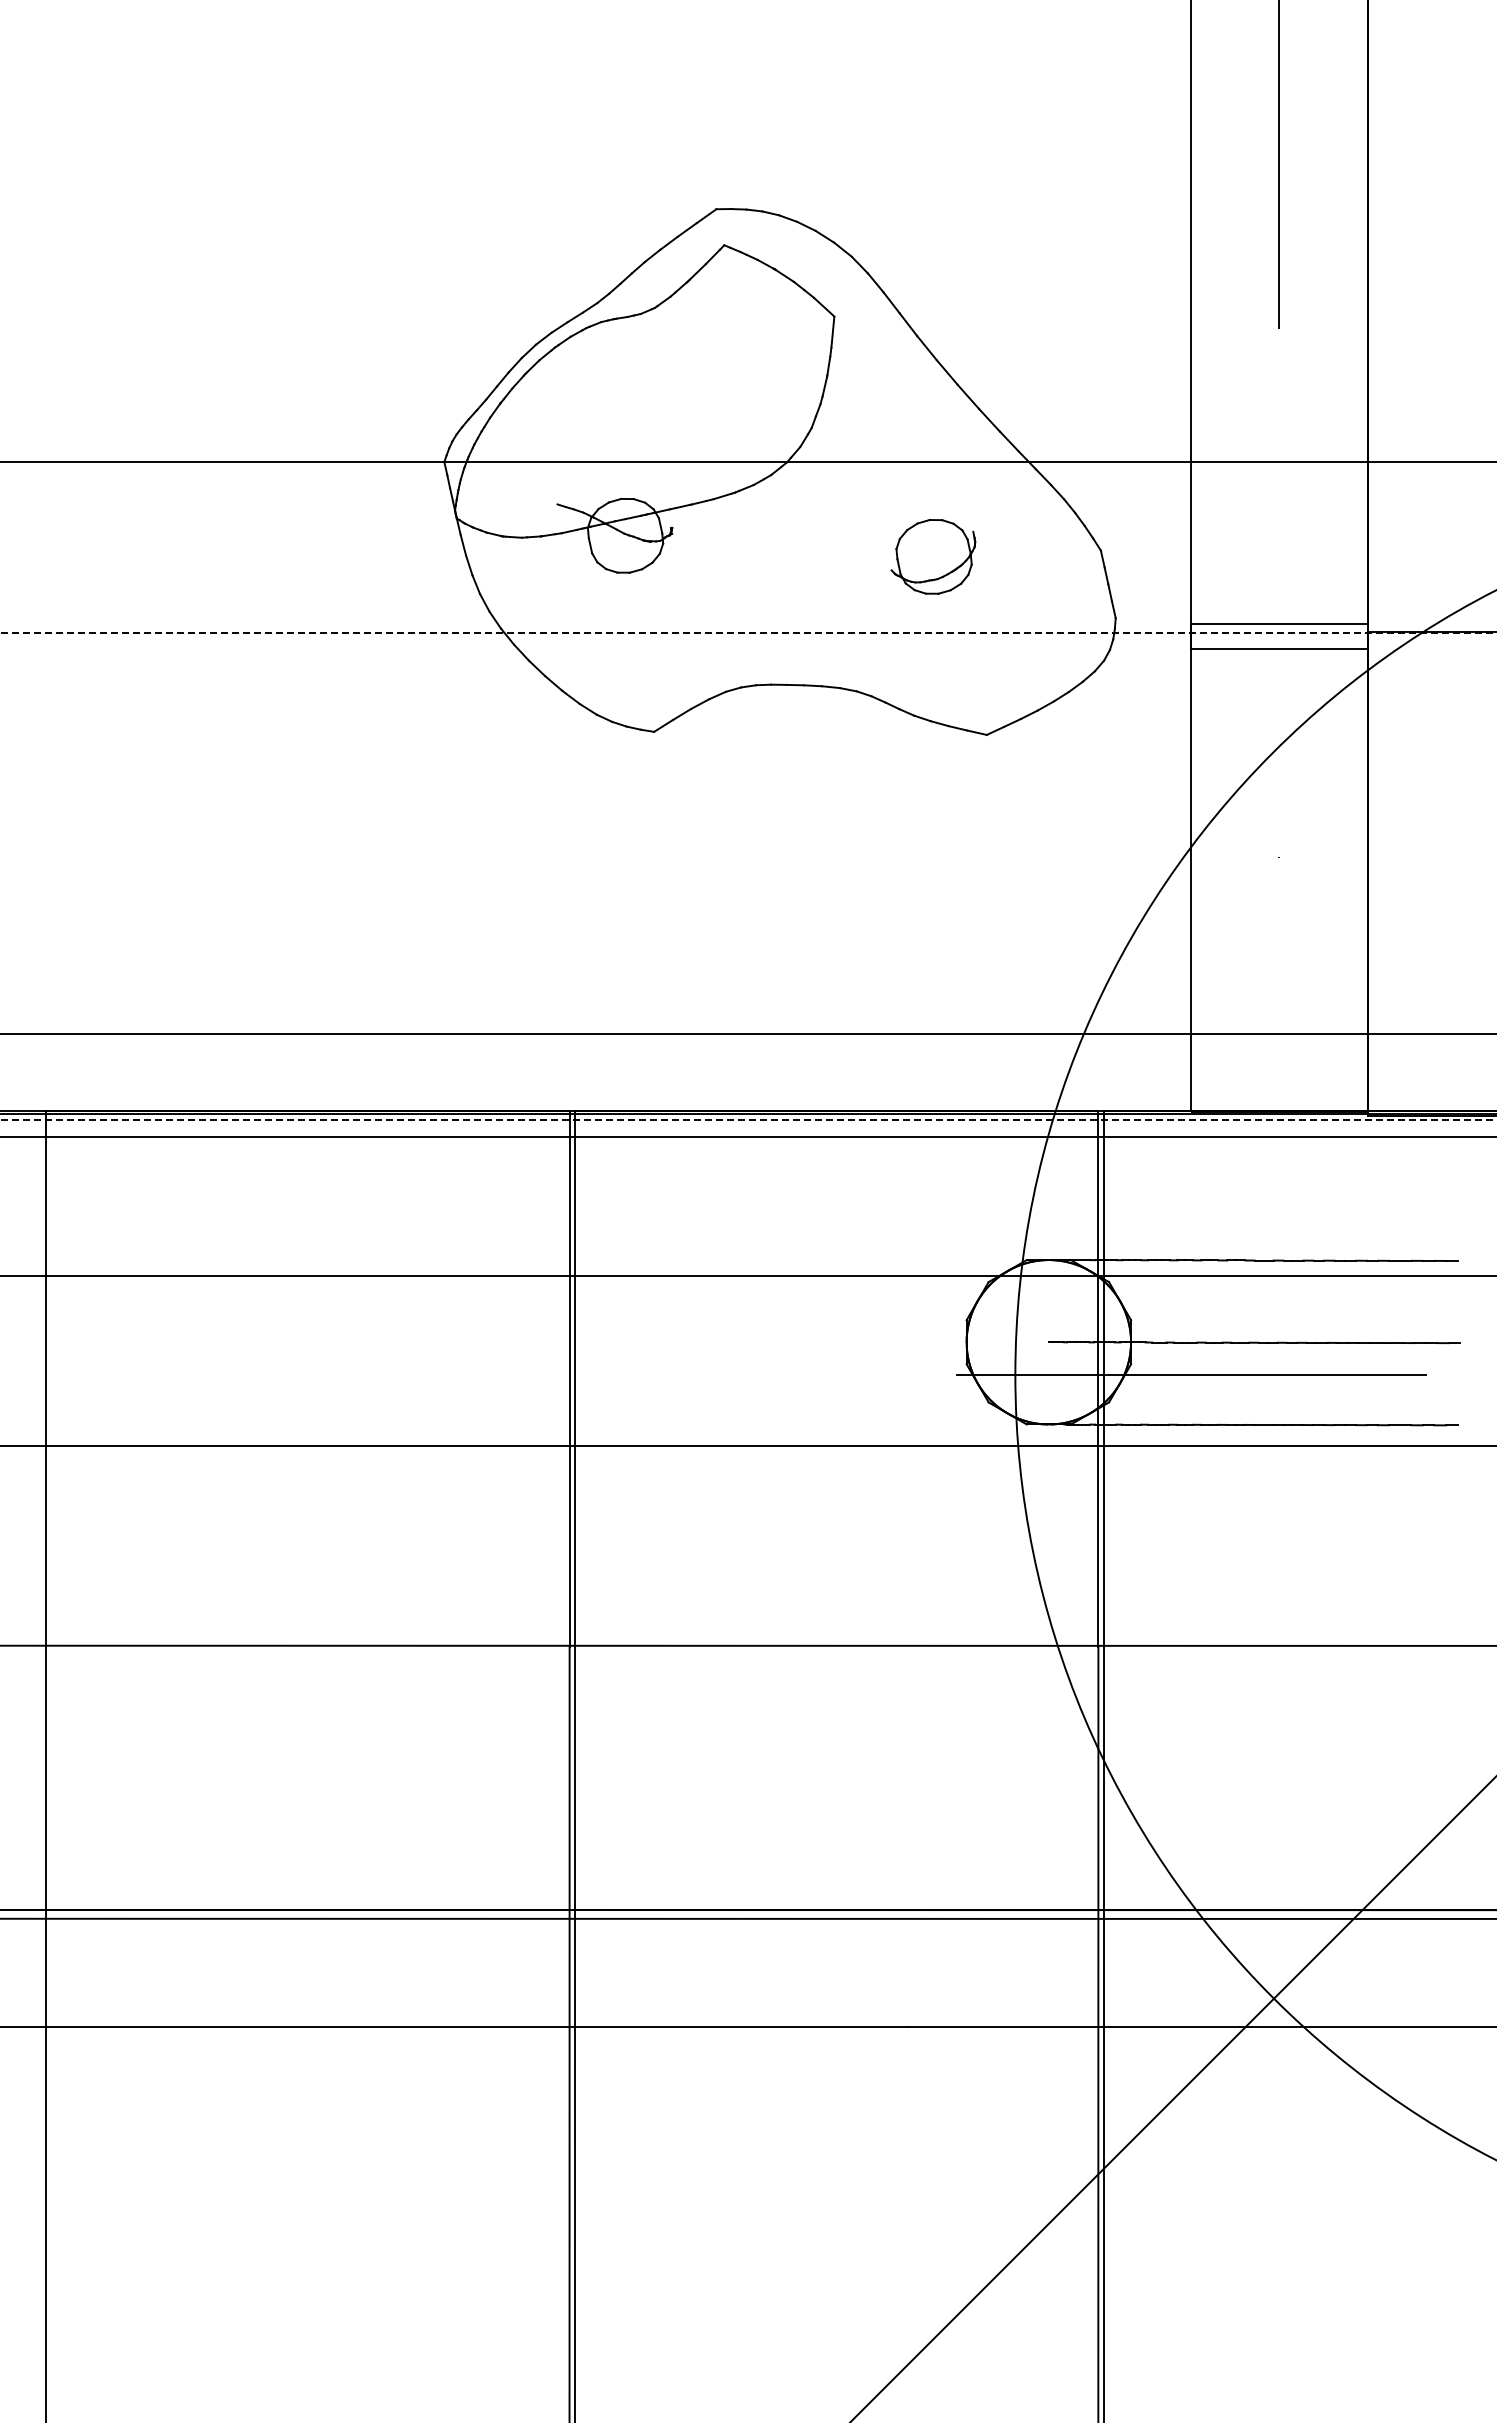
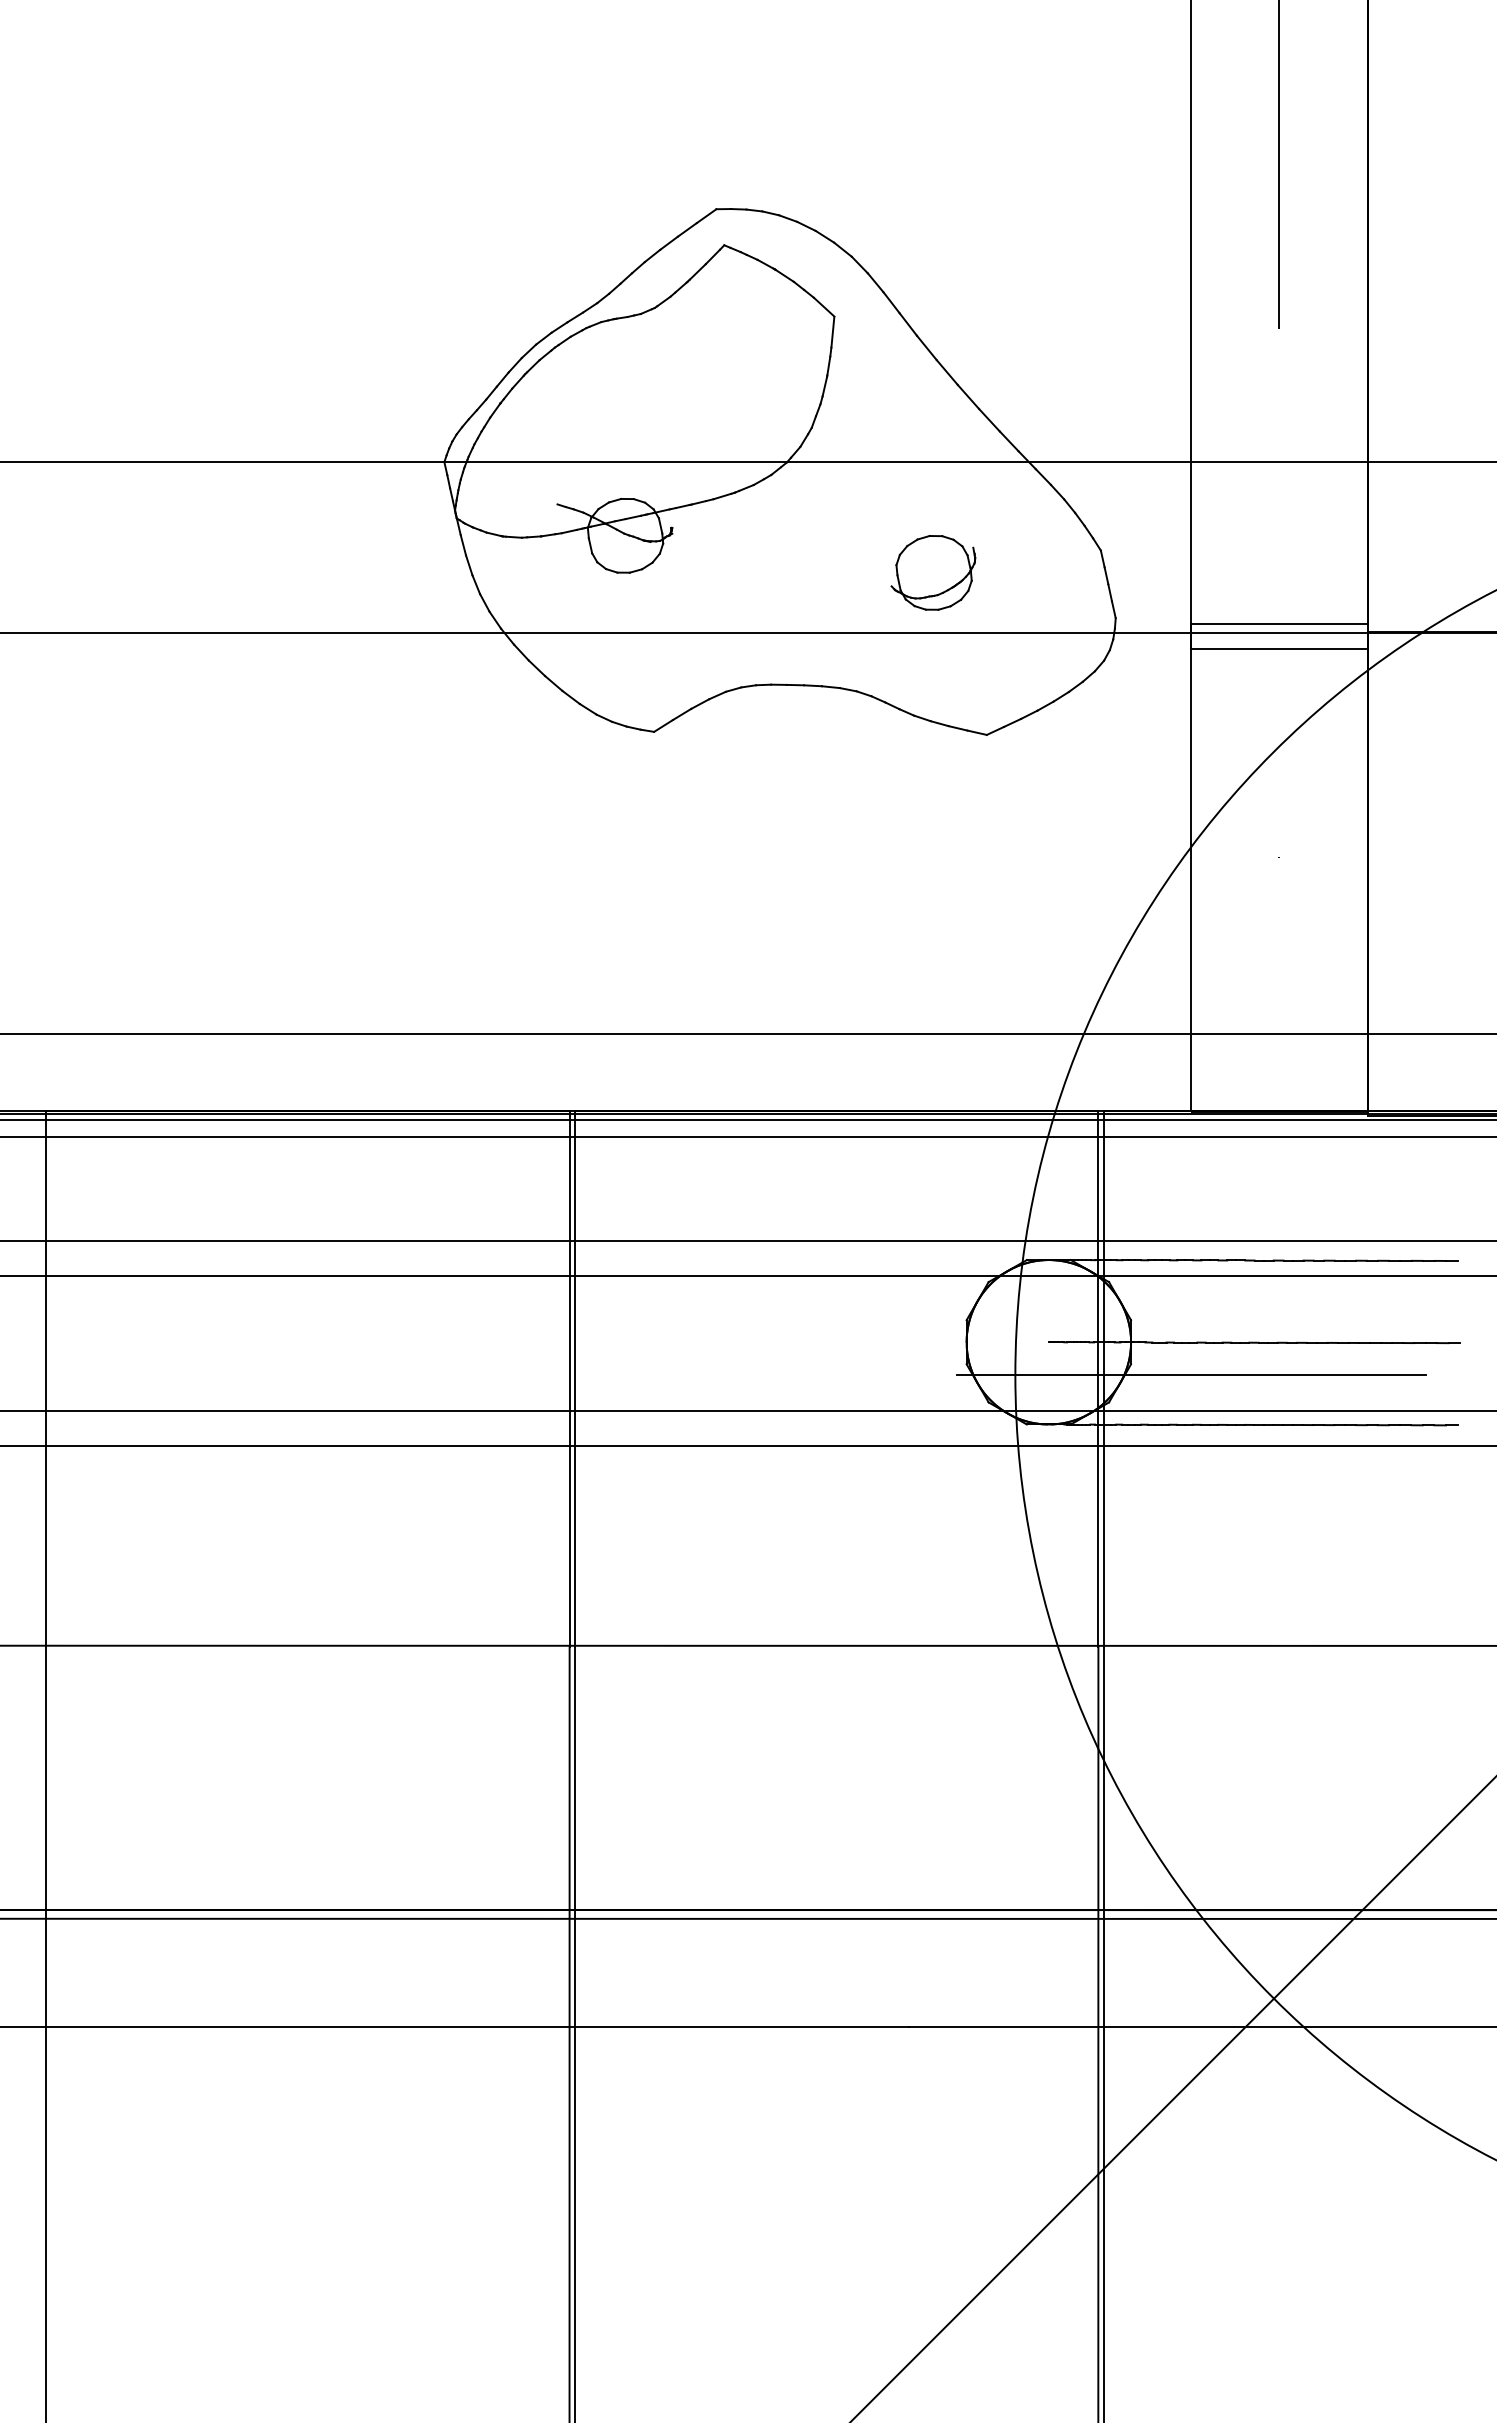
part at (933, 556) position: (933, 556) -> (933, 572)
line at (748, 633): dashed -> solid
line at (748, 1119): dashed -> solid
line at (747, 1240): none -> present
line at (747, 1410): none -> present
